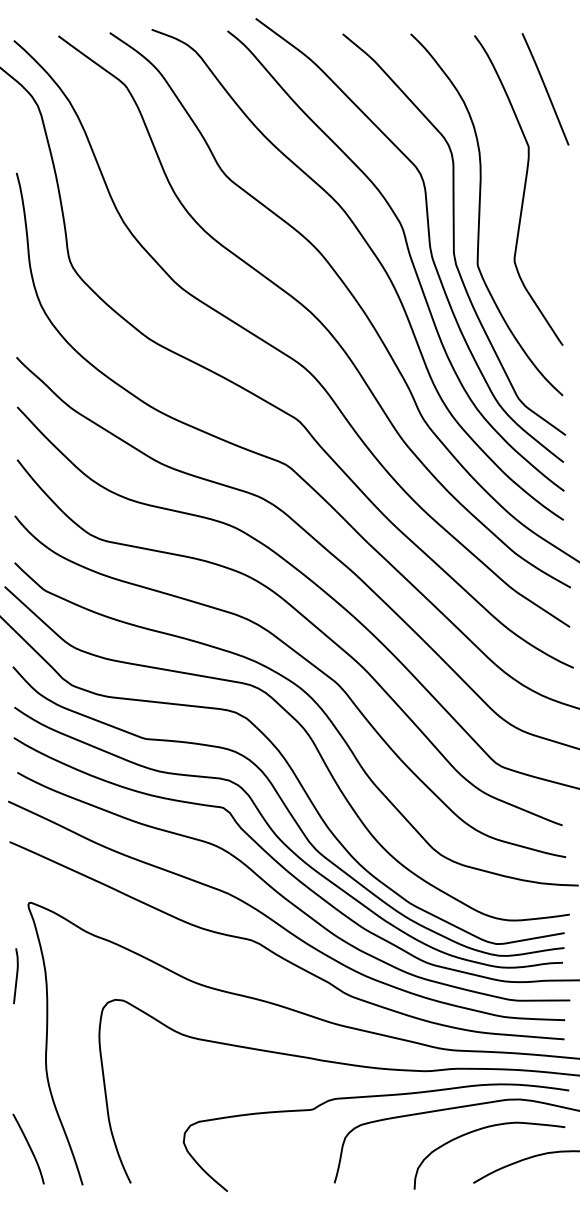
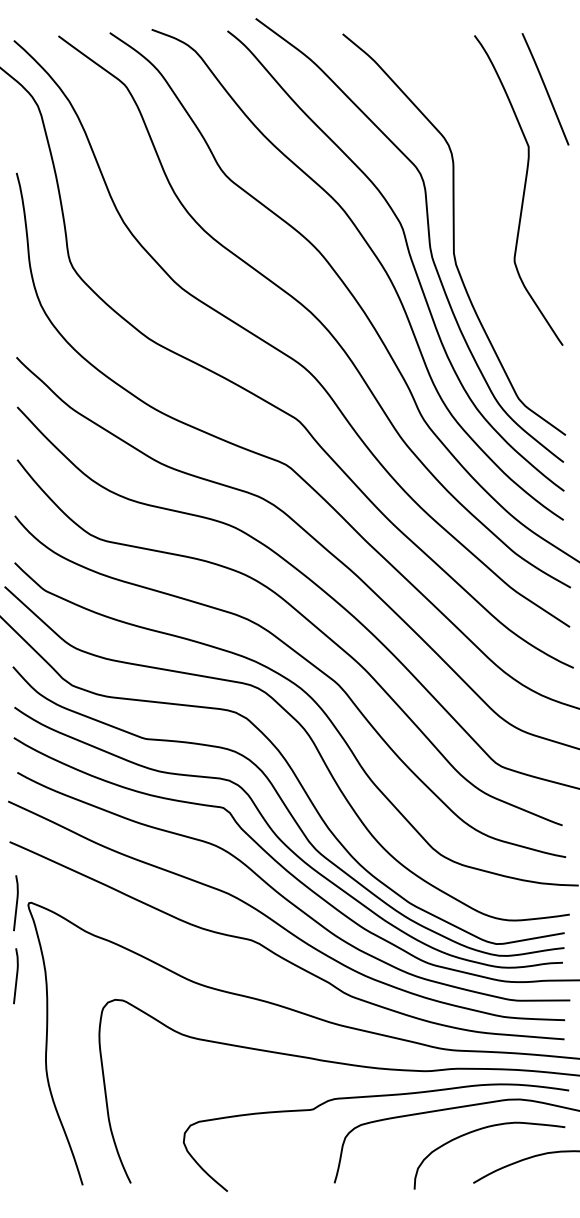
curve at (480, 214): present -> none
line at (16, 903): none -> present
curve at (29, 1148): present -> none
